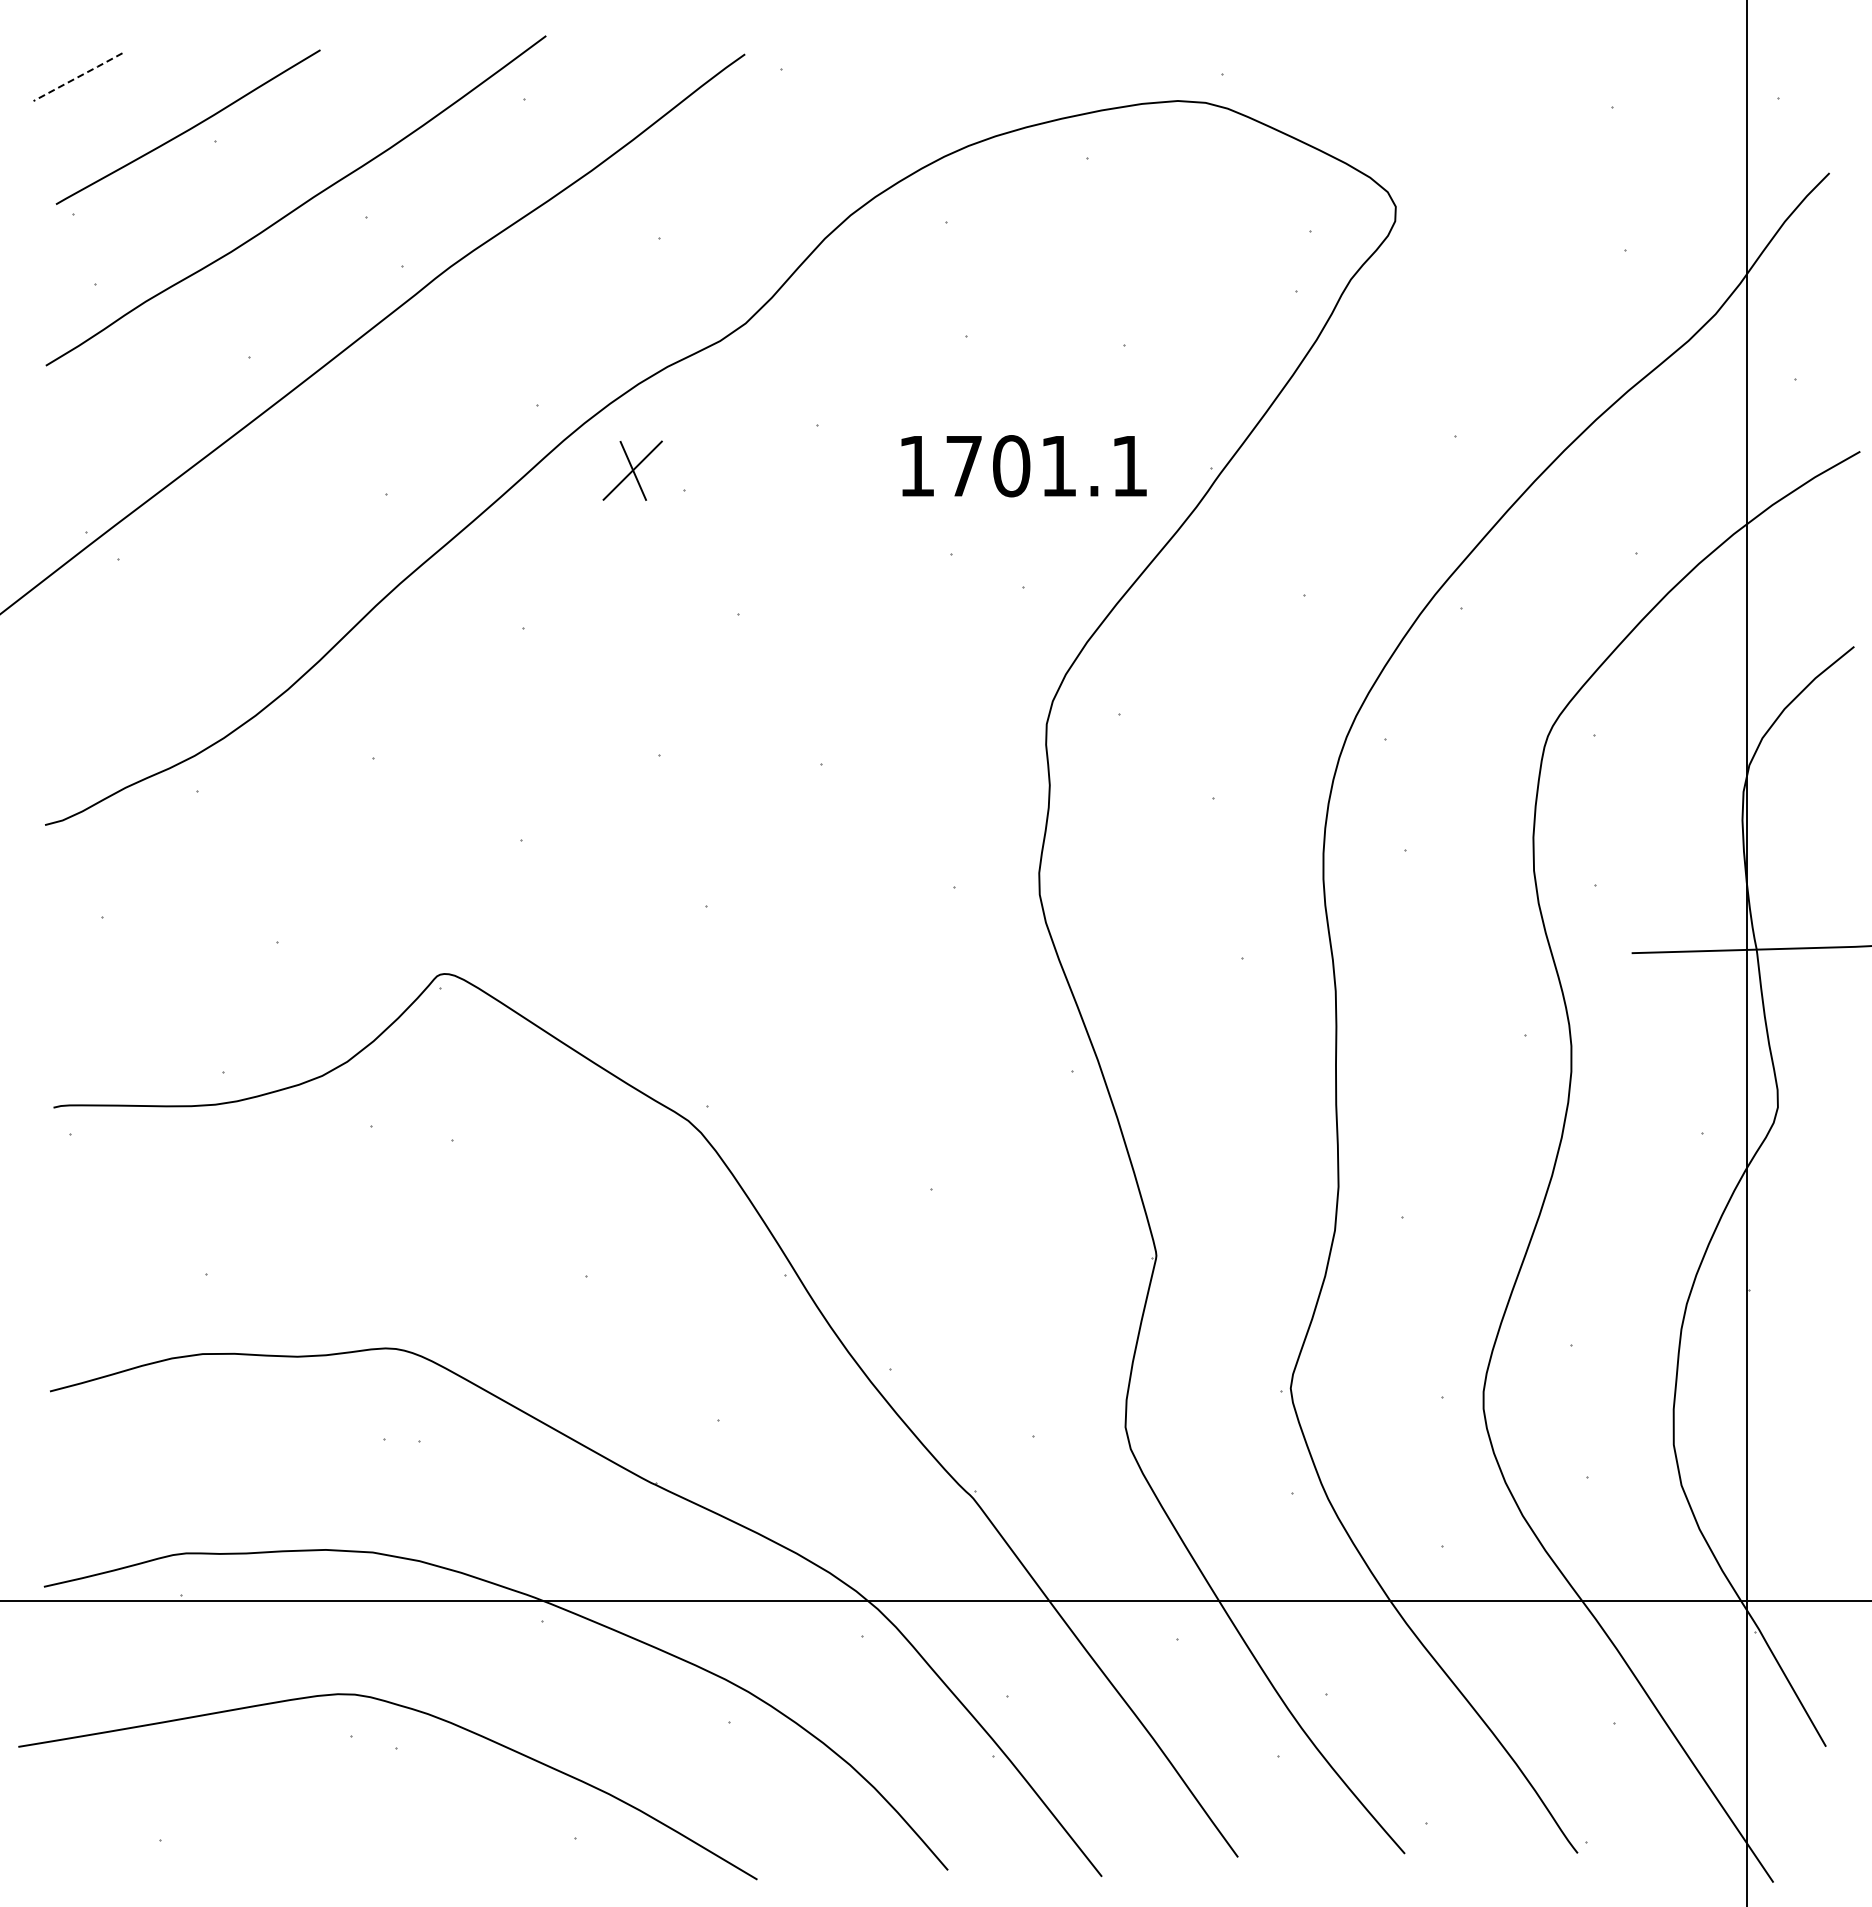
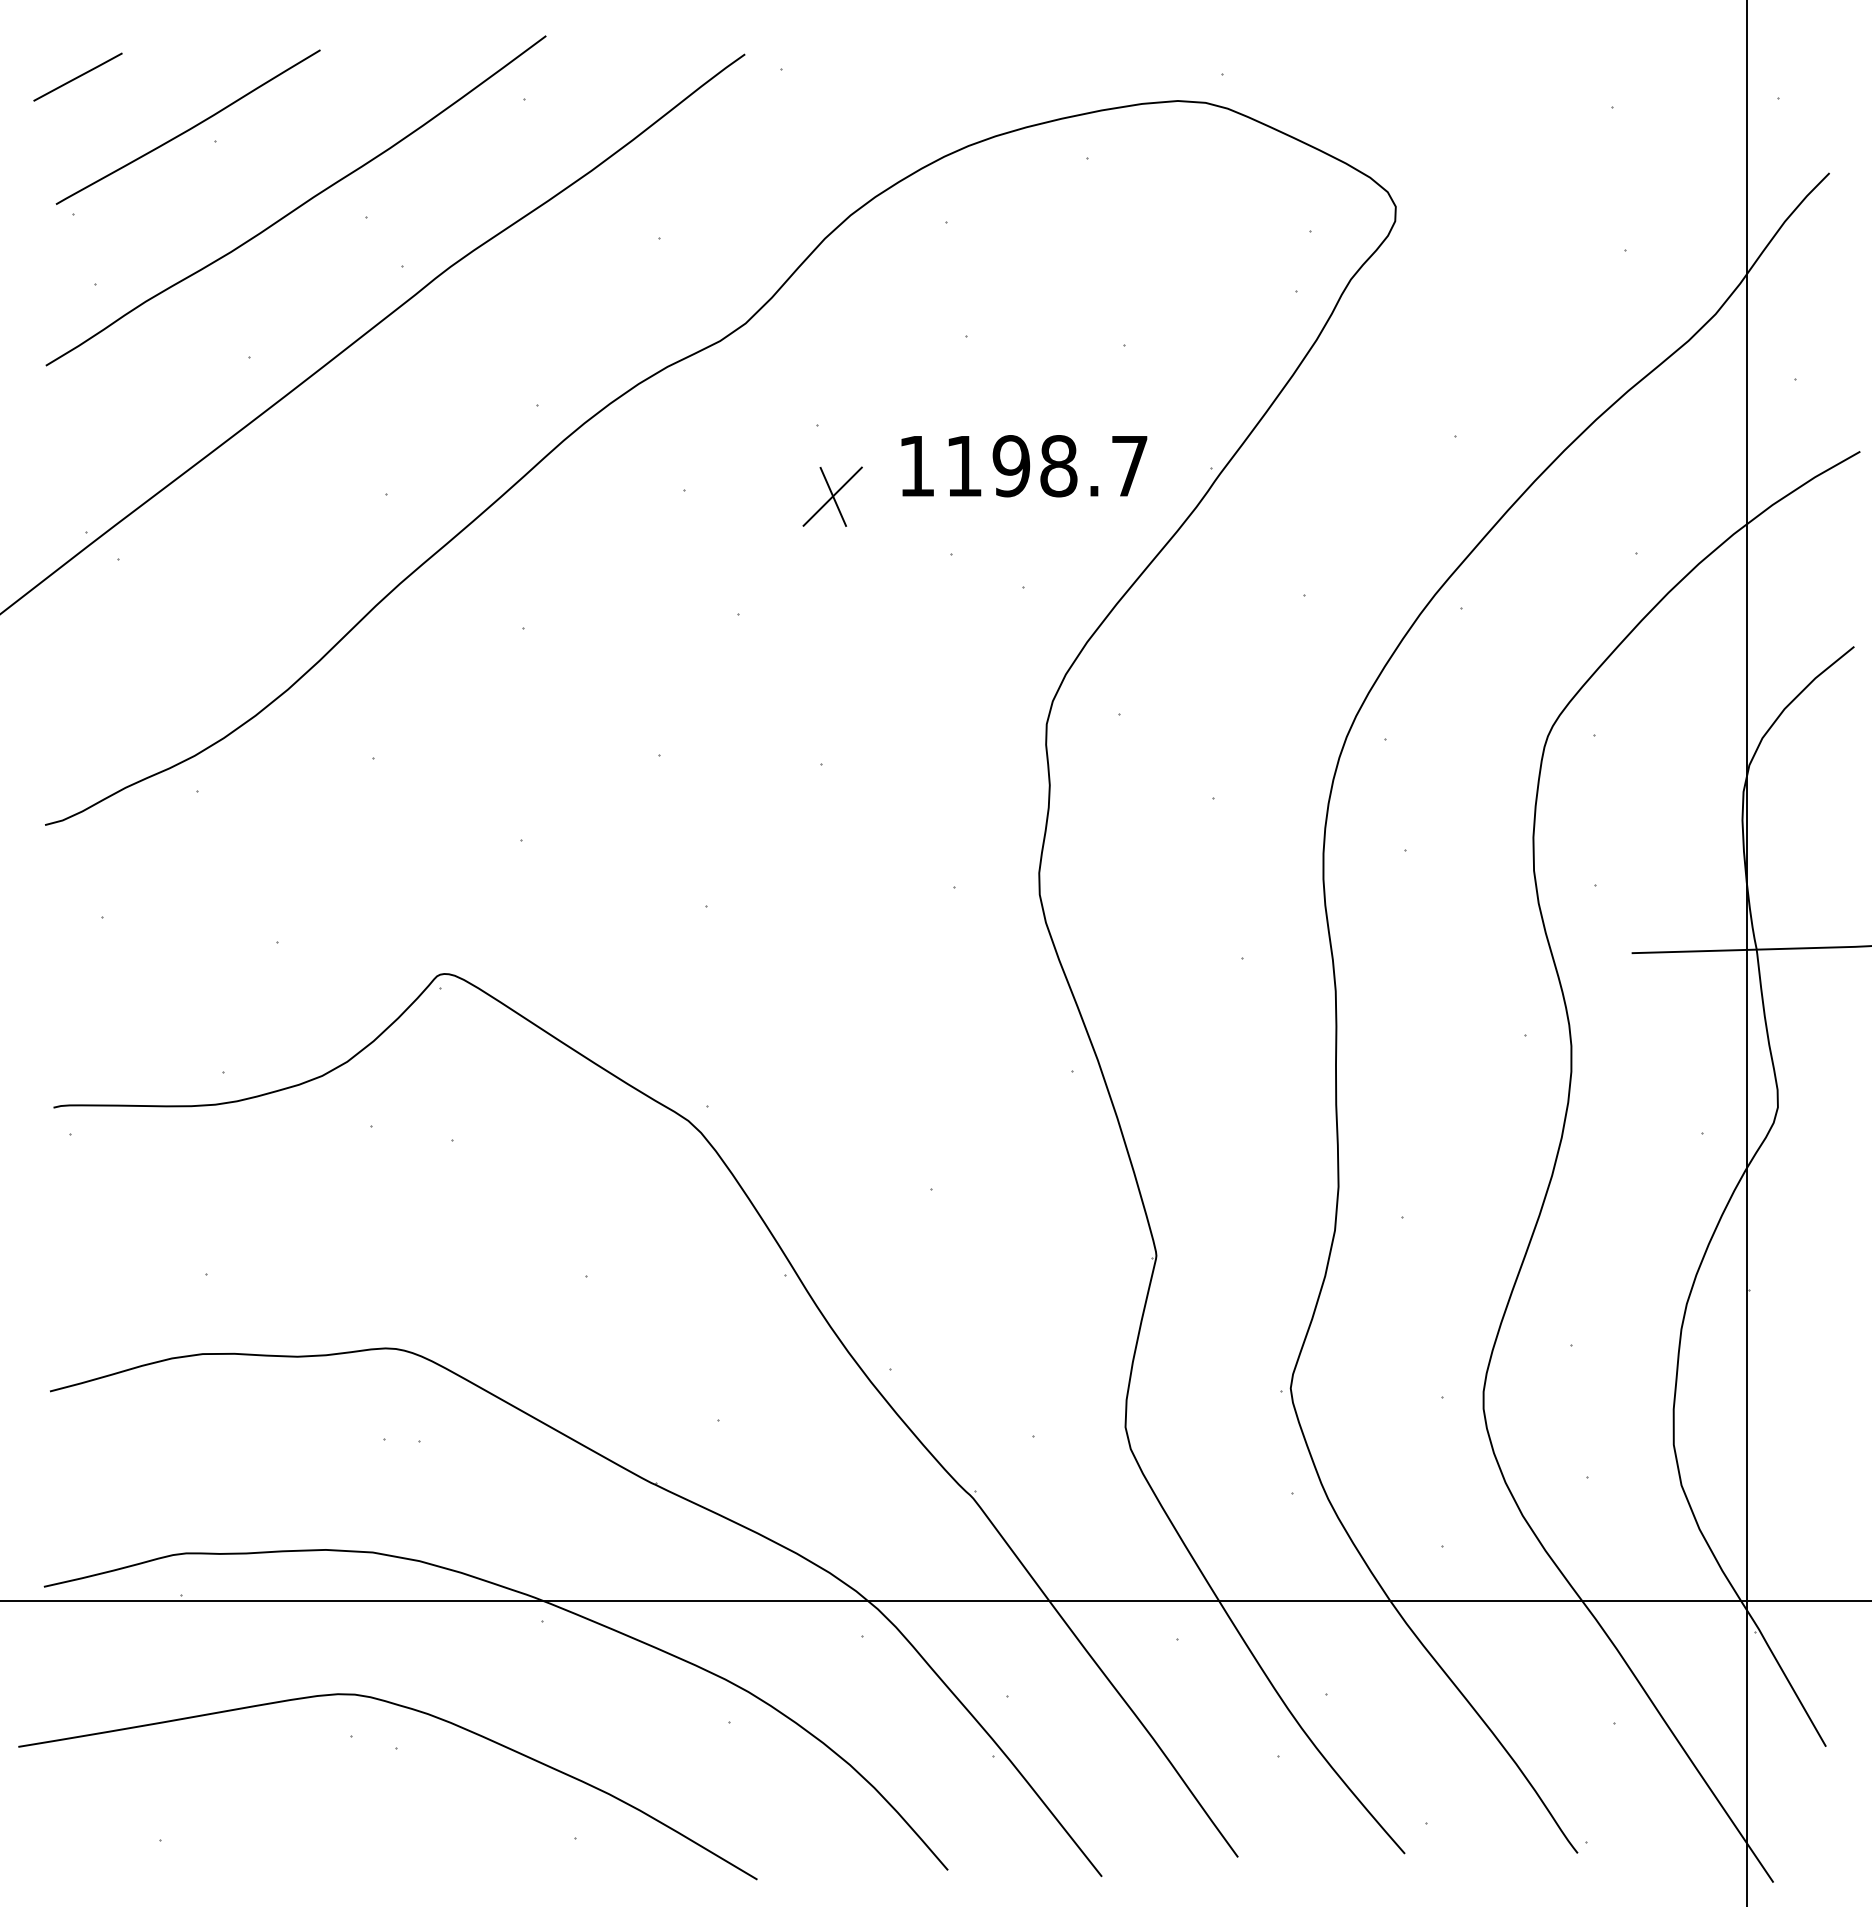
line at (77, 77): dashed -> solid
text at (1046, 466): 1701.1 -> 1198.7
part at (632, 470) position: (632, 470) -> (832, 496)
